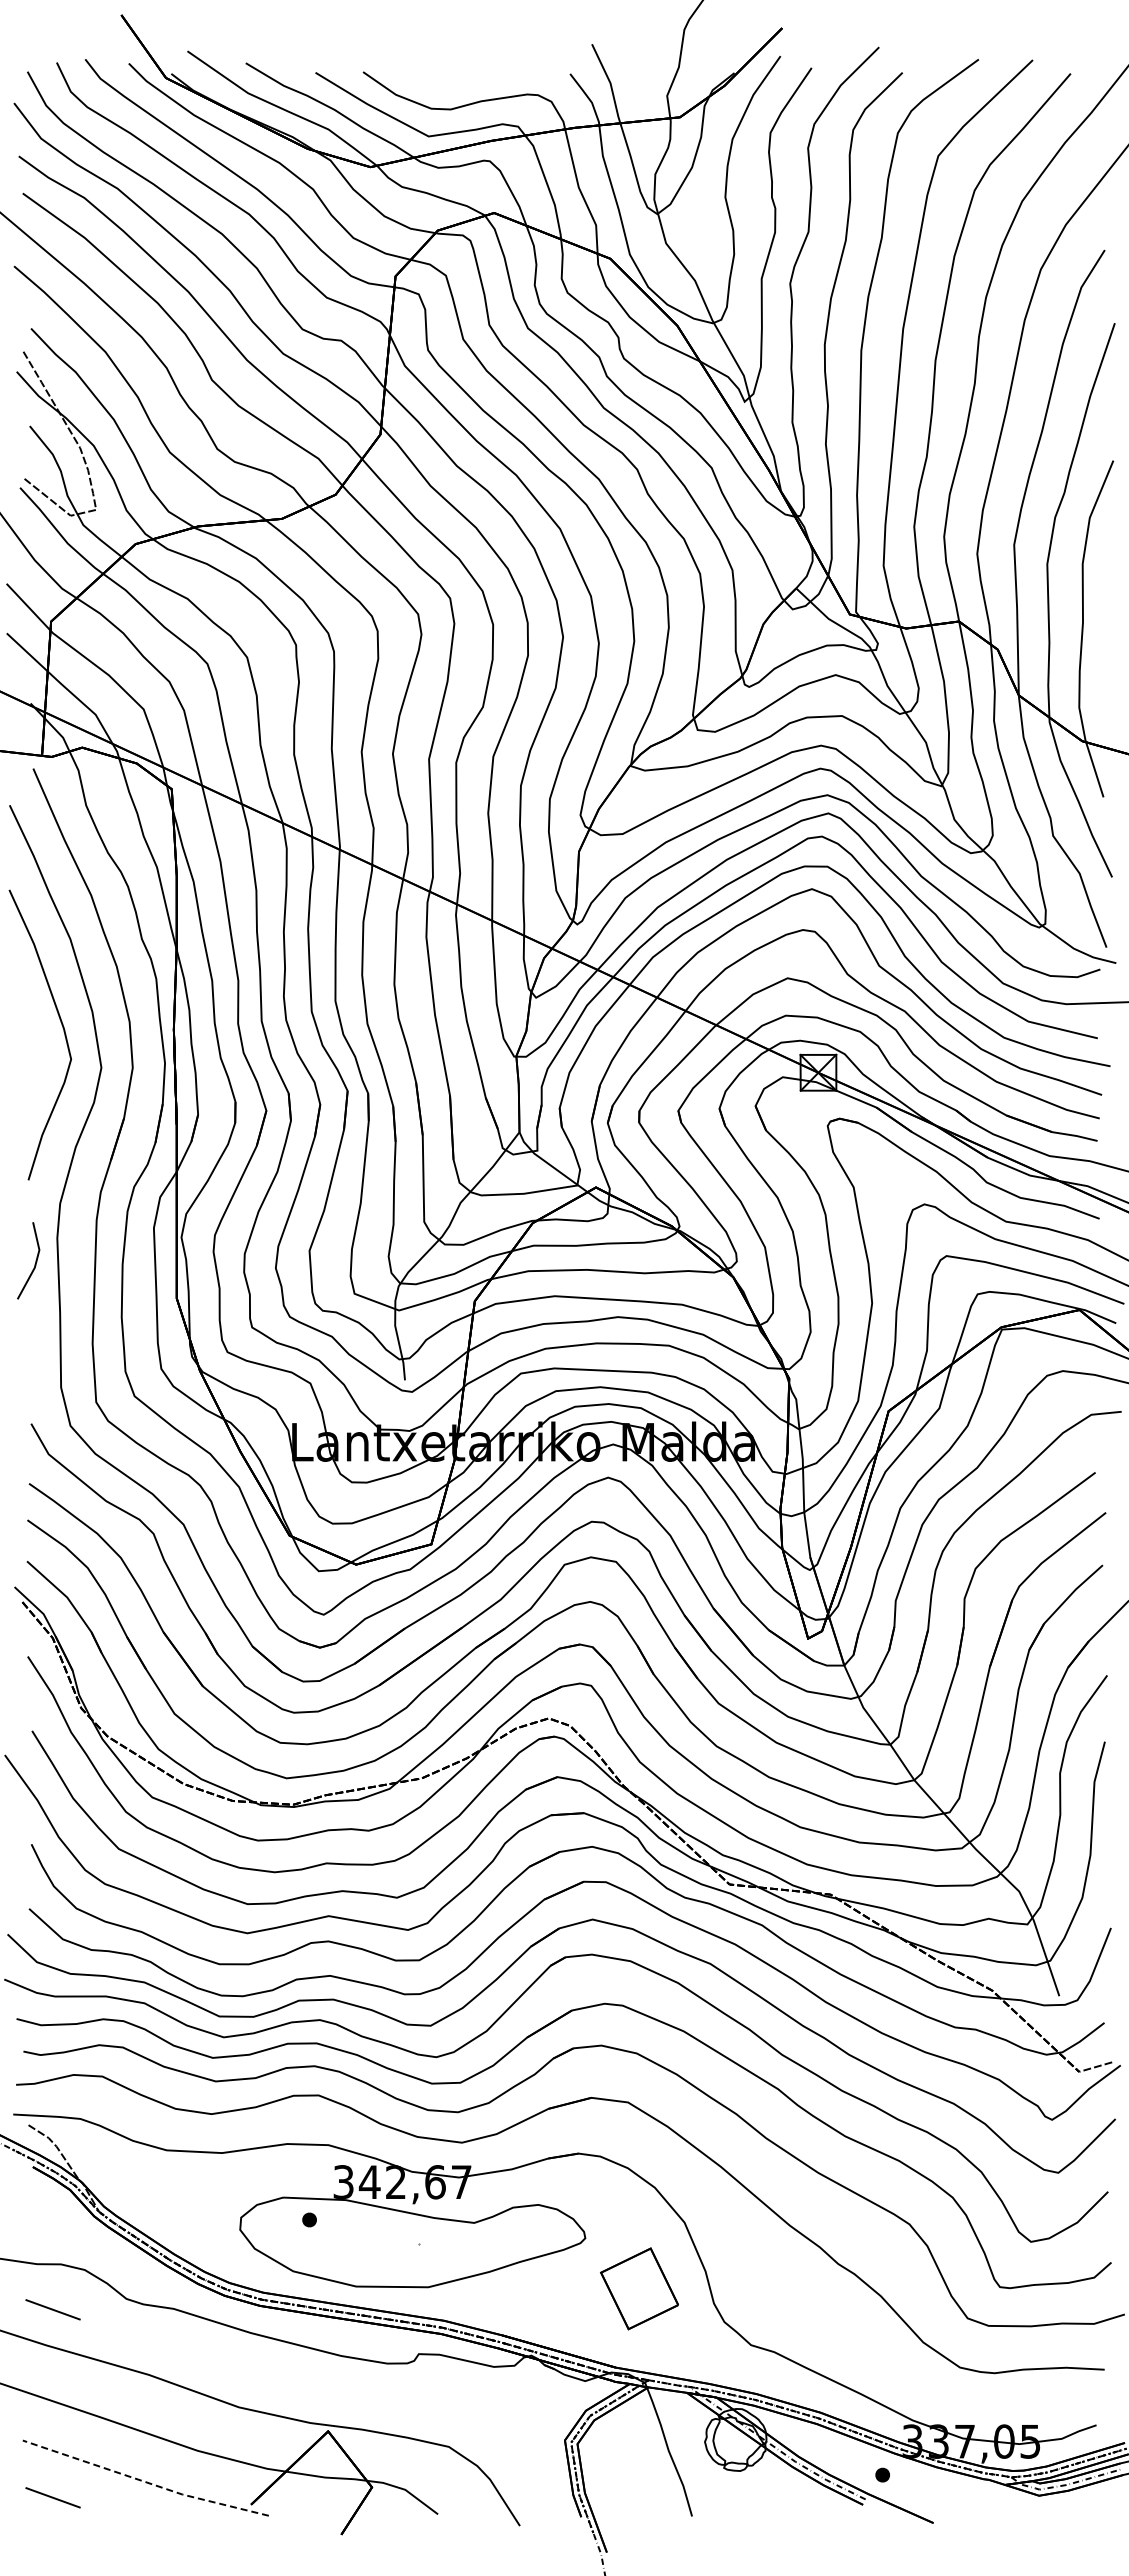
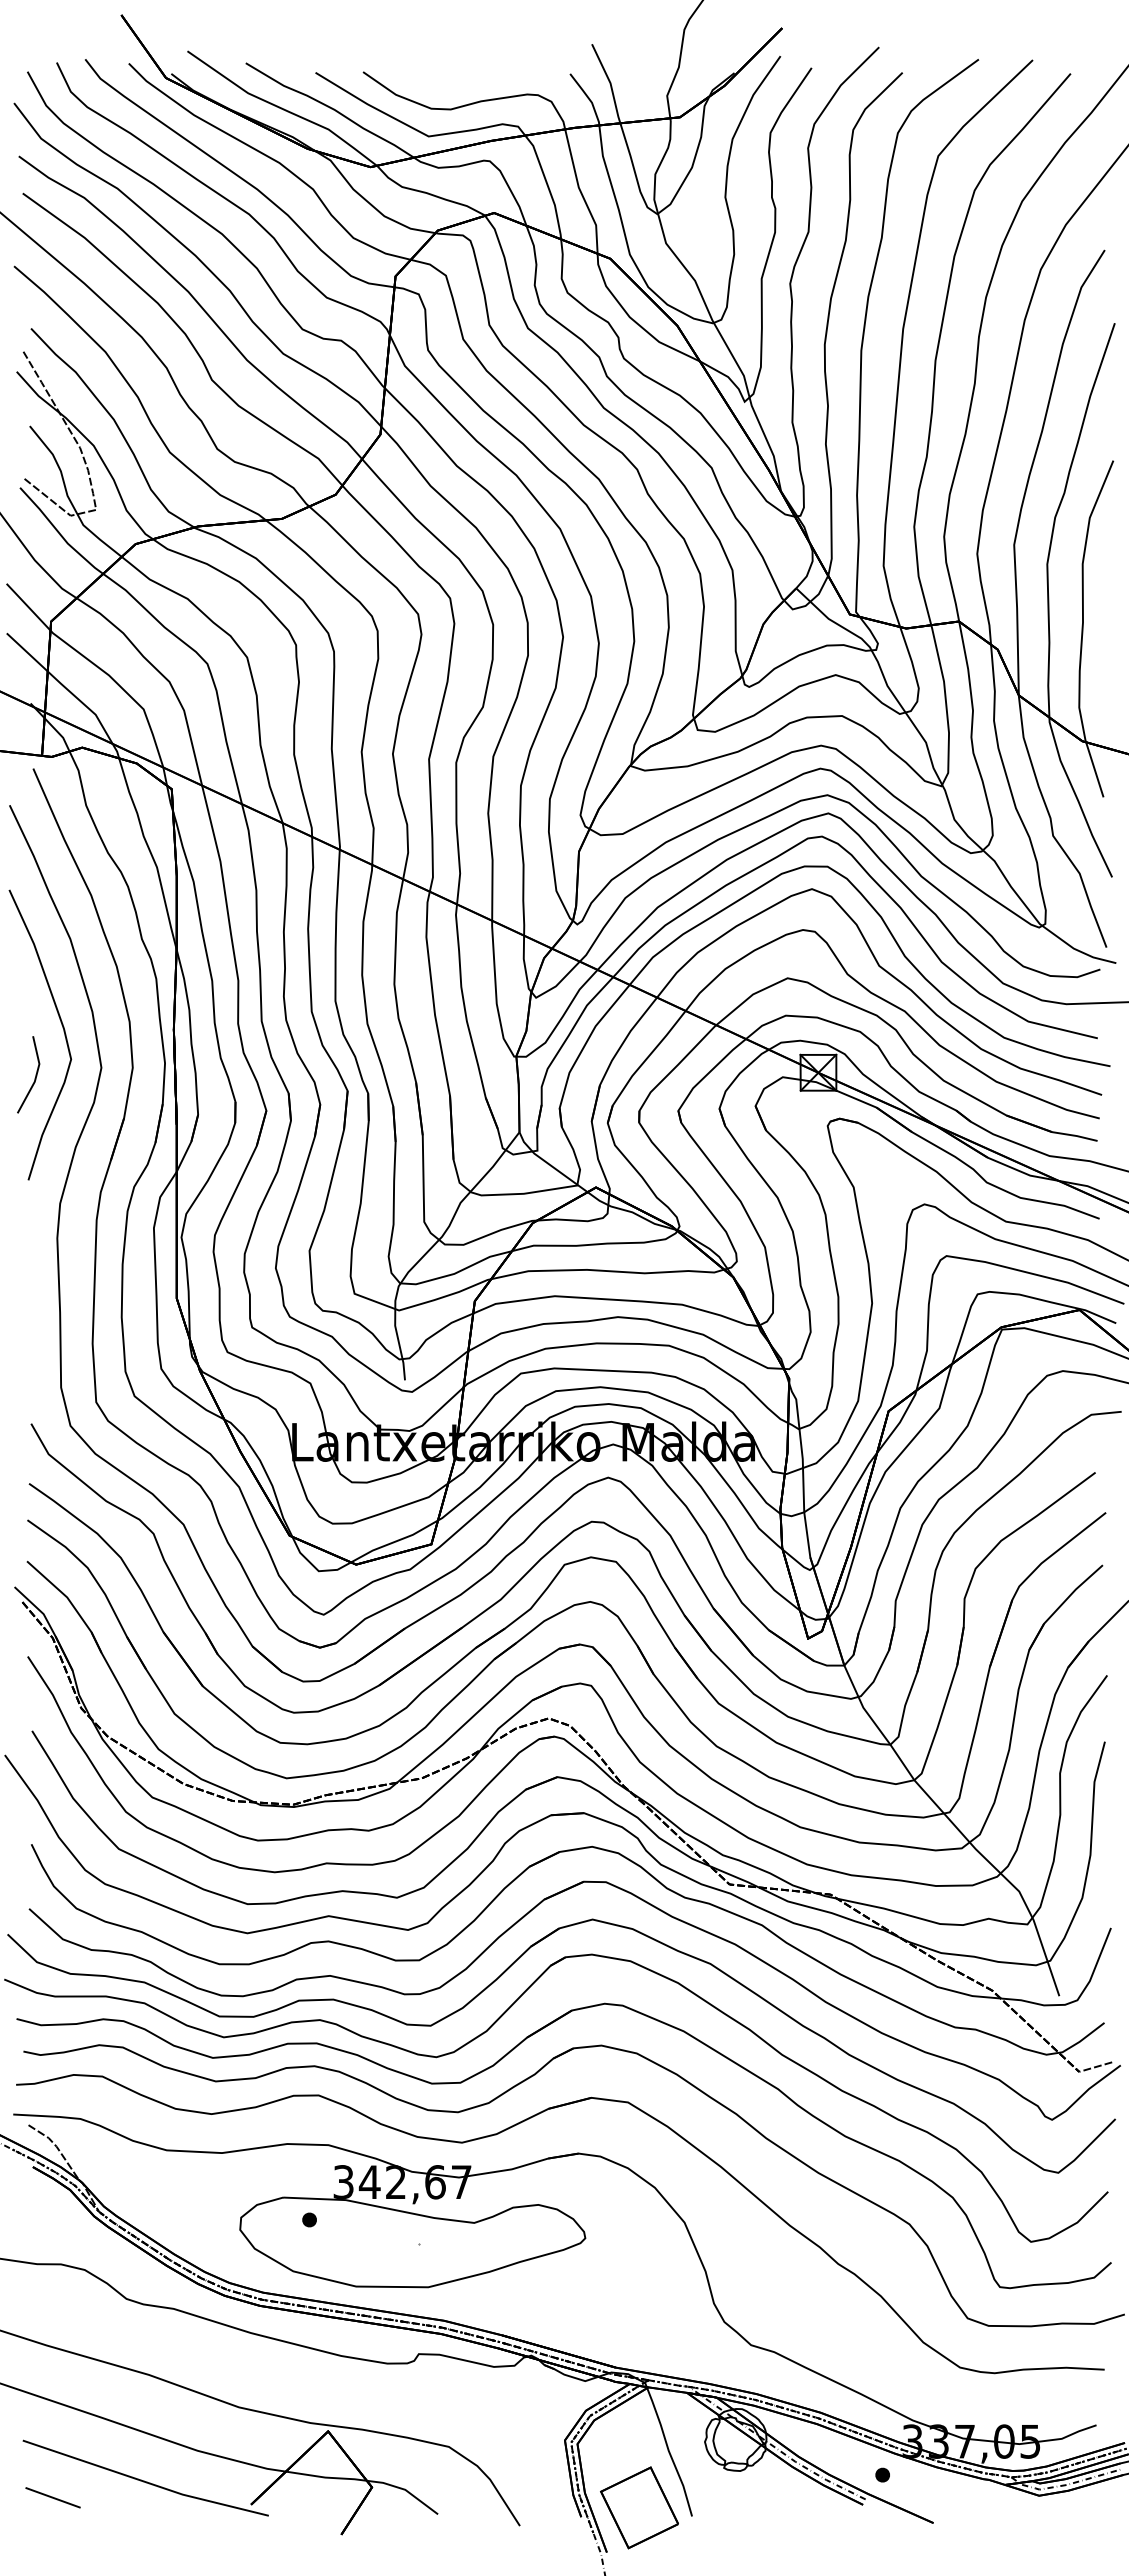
line at (35, 1260) position: (35, 1260) -> (35, 1074)
part at (639, 2288) position: (639, 2288) -> (639, 2507)
line at (52, 2309): present -> none
line at (144, 2481): dashed -> solid
